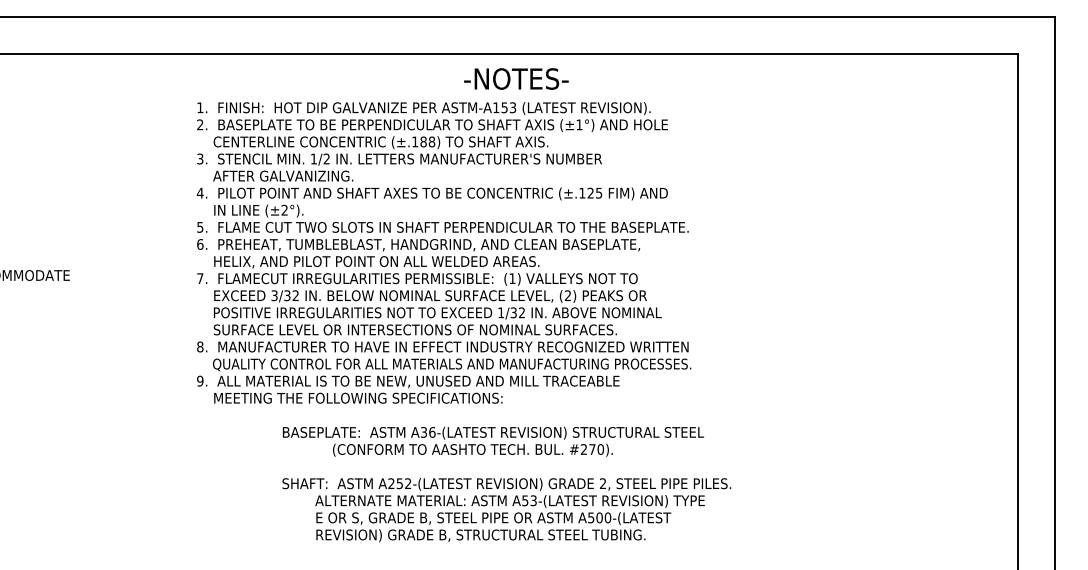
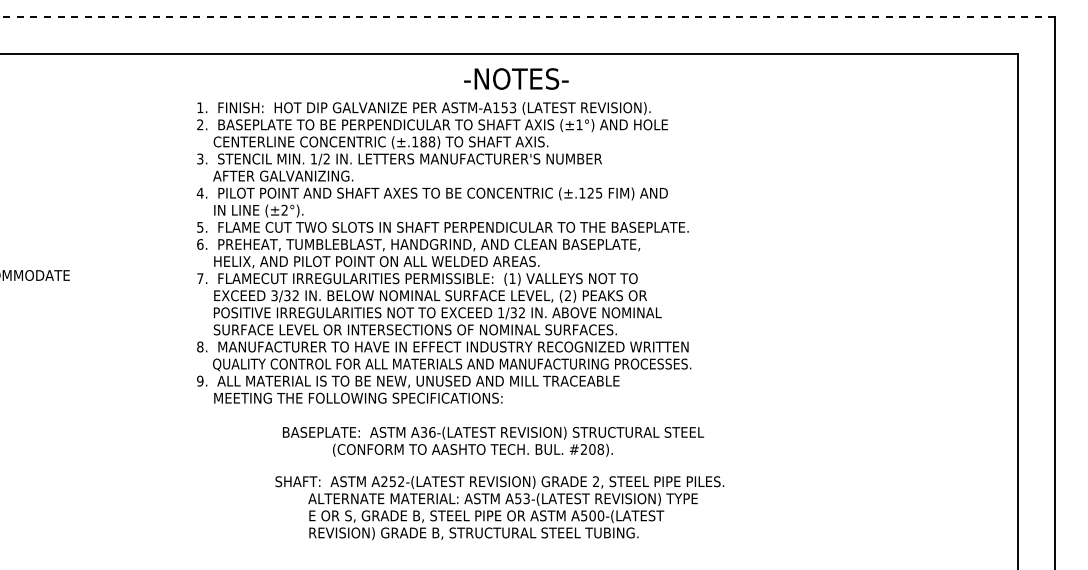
line at (527, 17): solid -> dashed
text at (596, 449): #270). -> #208).
text at (506, 510) position: (506, 510) -> (499, 508)
